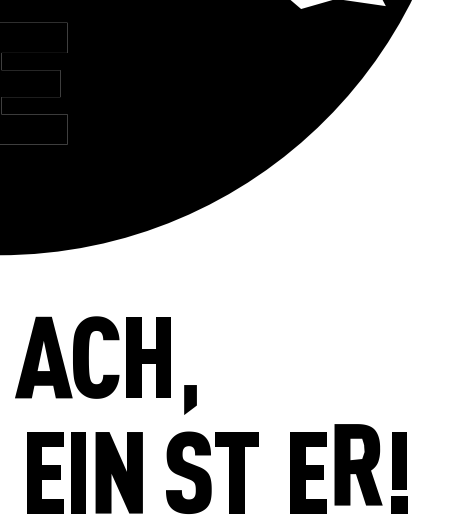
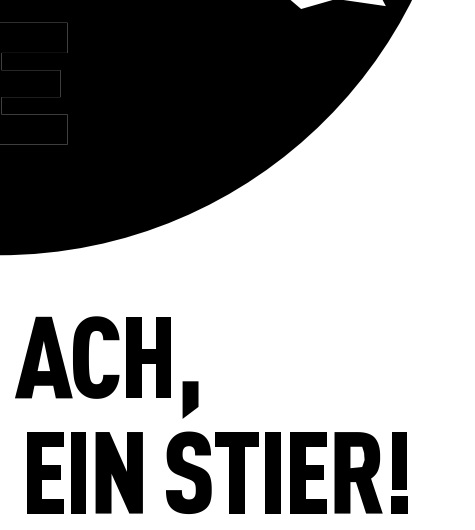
part at (190, 399) size: 13x30 px -> 17x38 px
part at (358, 464) position: (358, 464) -> (358, 472)
fill at (272, 472): none -> present
